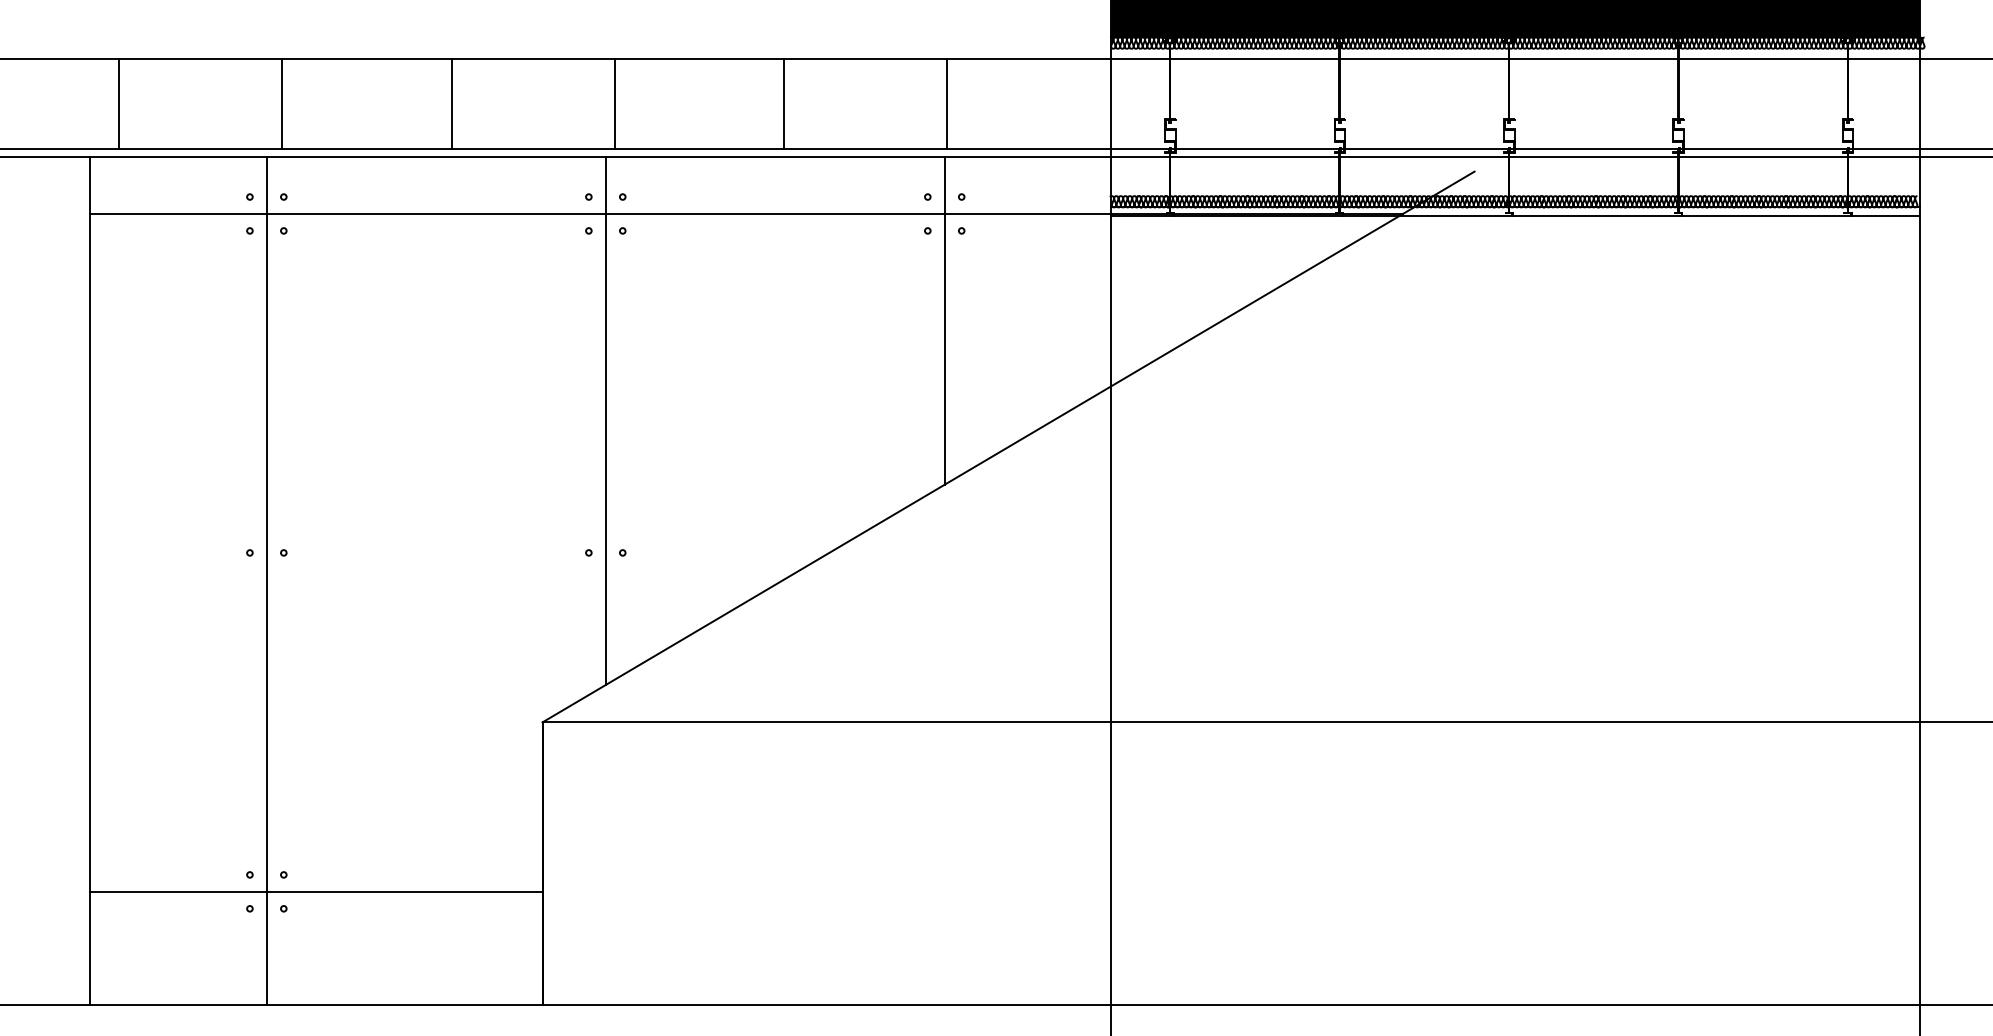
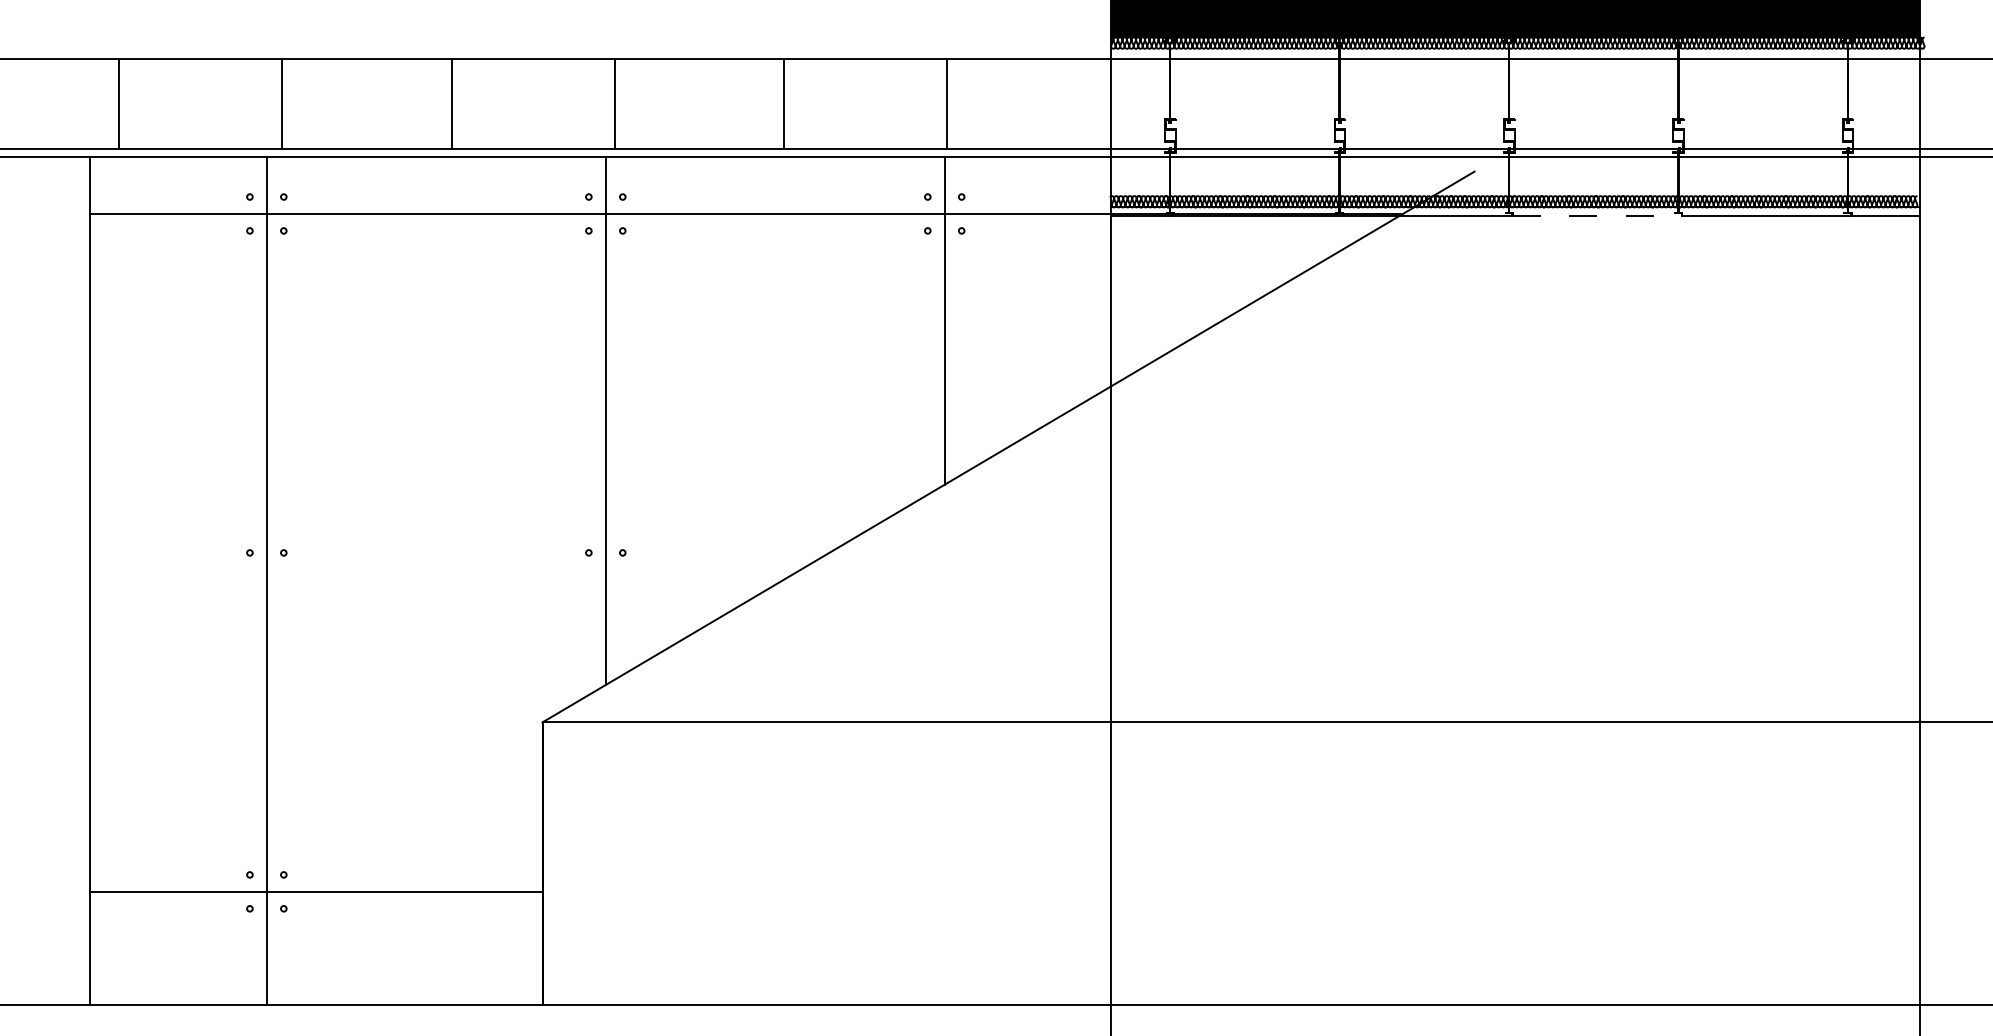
line at (1597, 215): solid -> dashed
